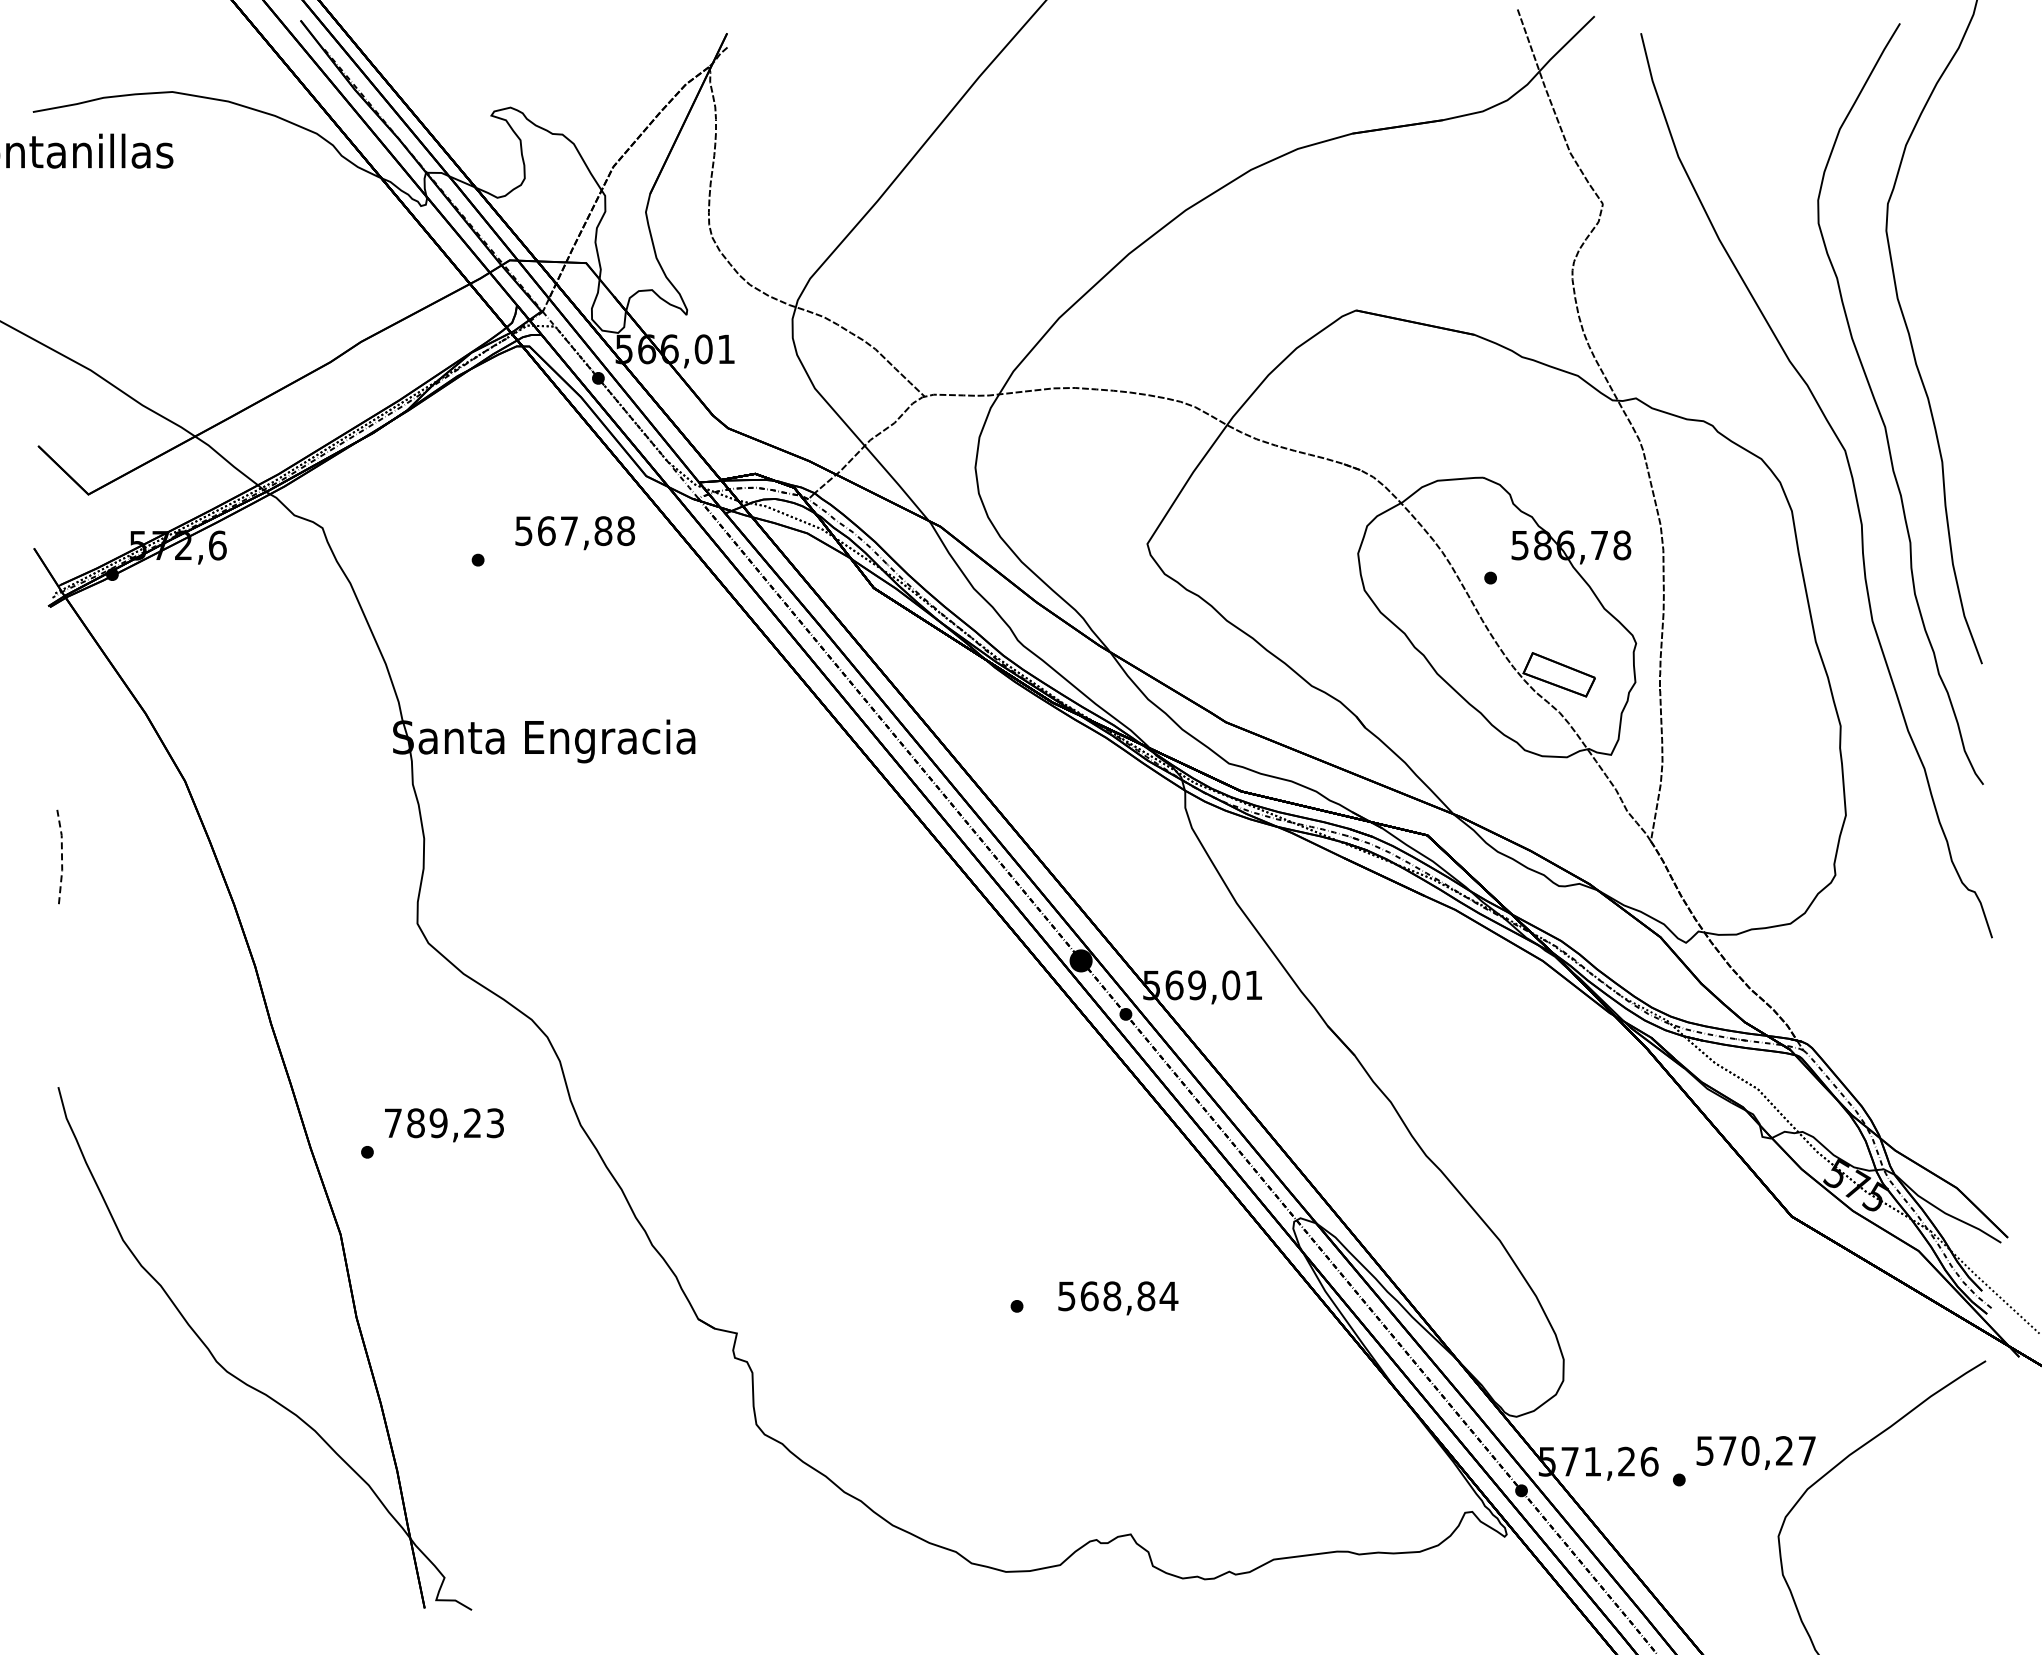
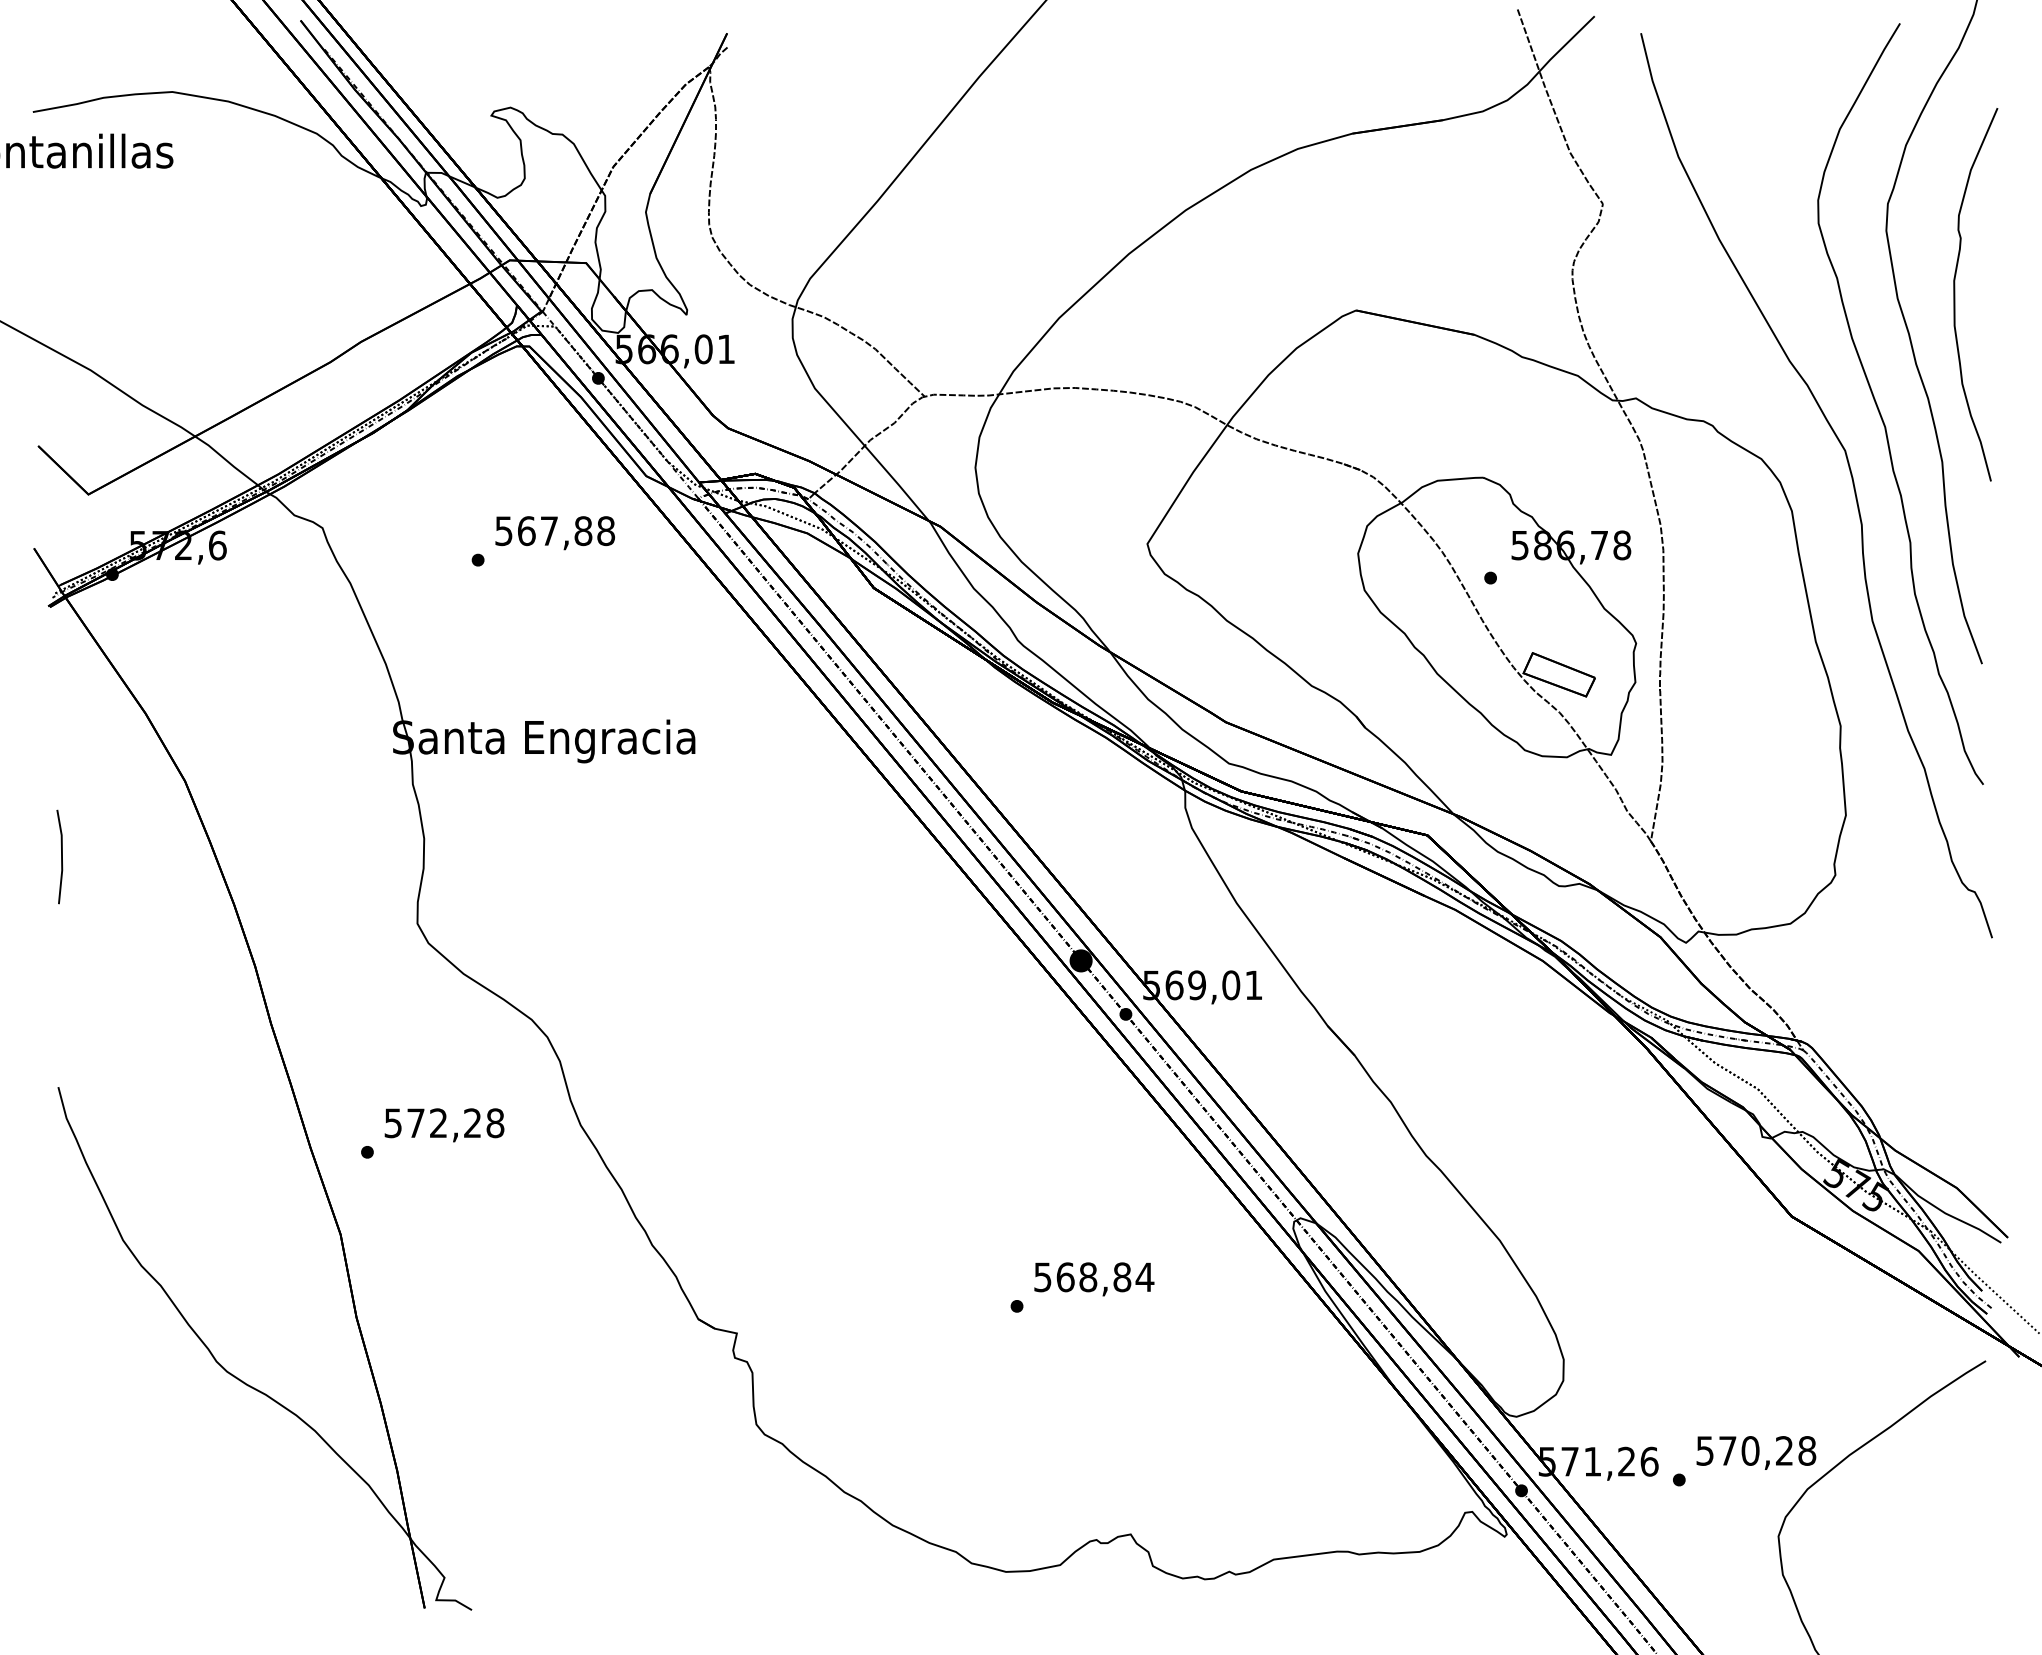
curve at (1955, 294): none -> present
text at (575, 533) position: (575, 533) -> (555, 533)
line at (62, 856): dashed -> solid
text at (444, 1123): 789,23 -> 572,28
text at (1118, 1298) position: (1118, 1298) -> (1094, 1279)
text at (1807, 1450): 570,27 -> 570,28
